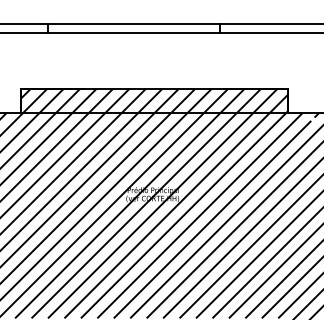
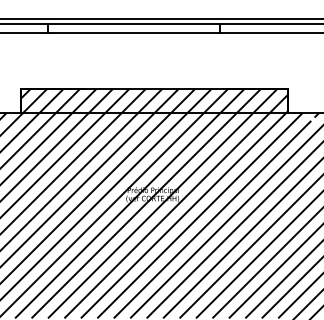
line at (161, 19): none -> present
